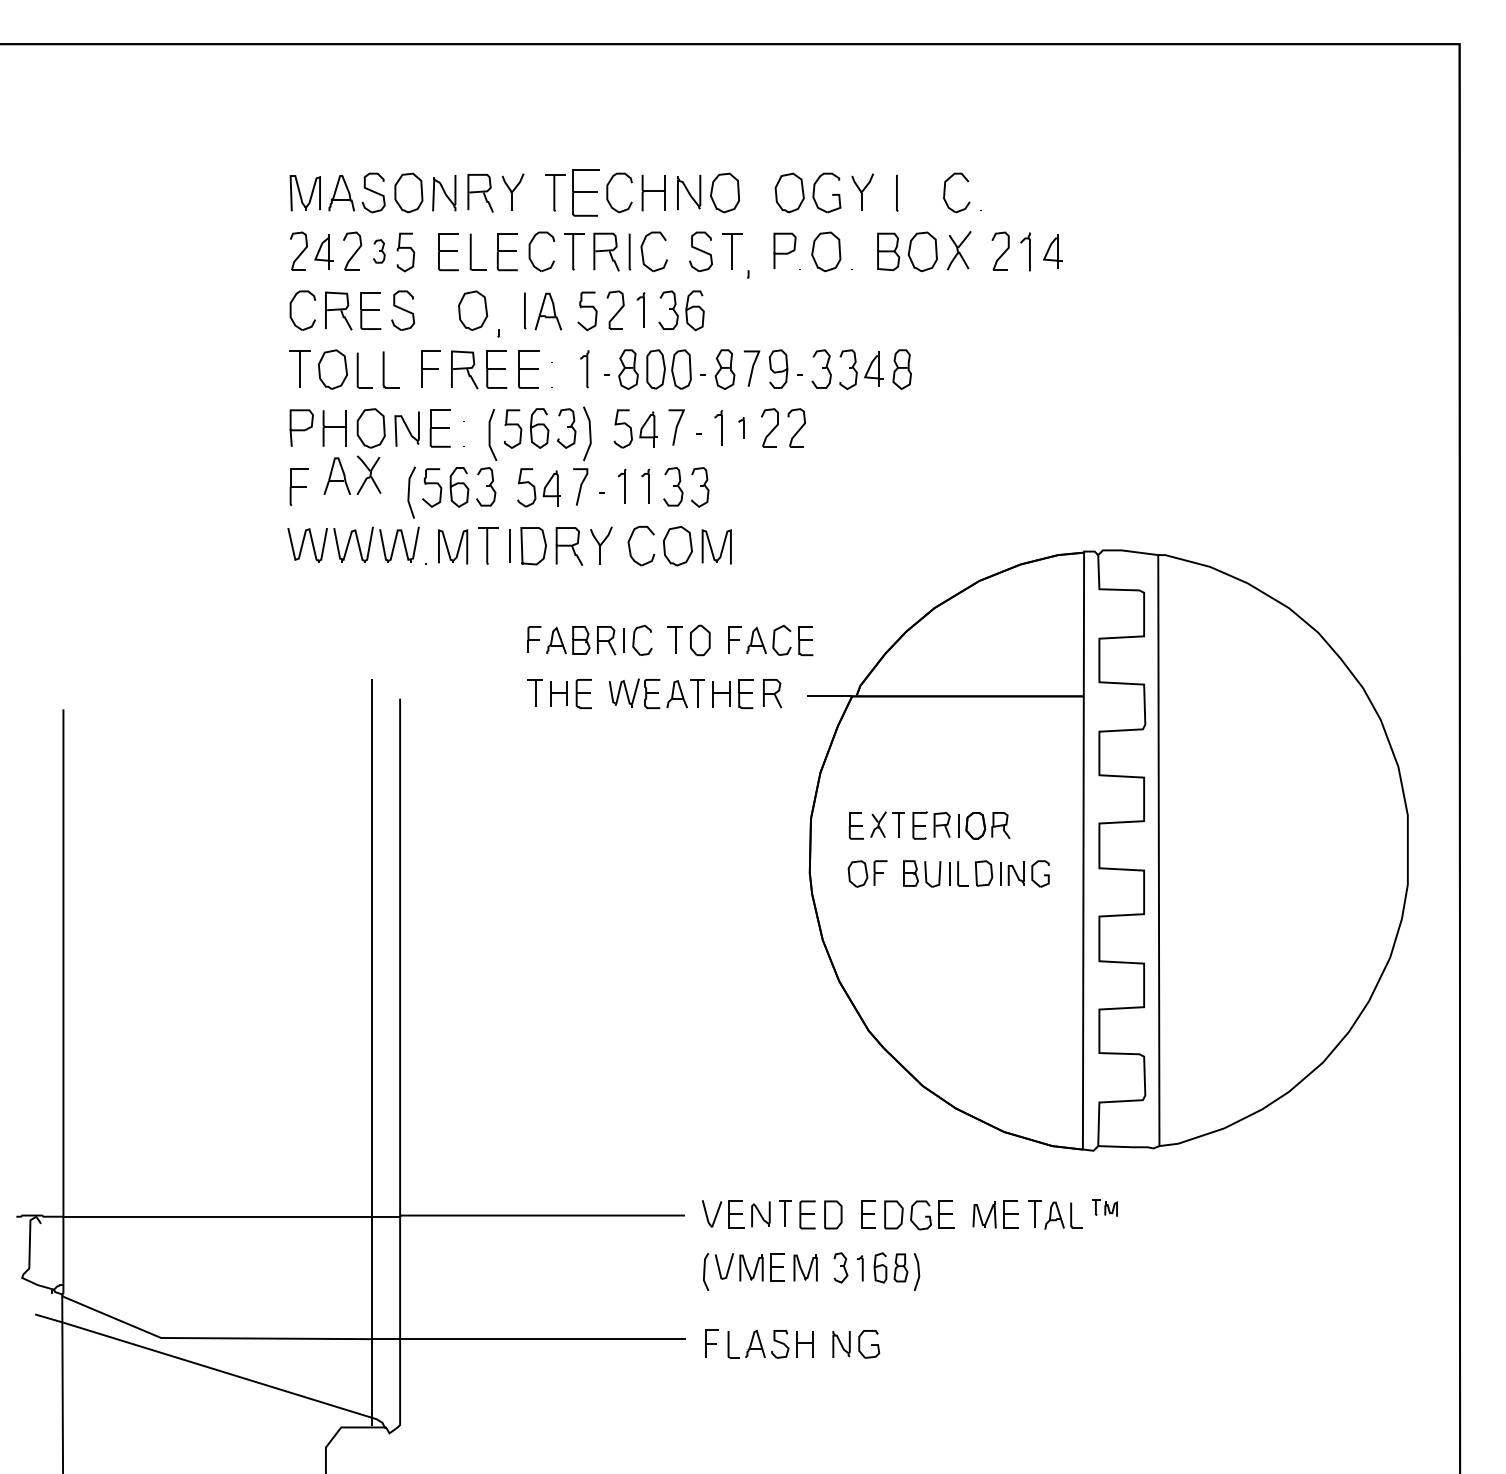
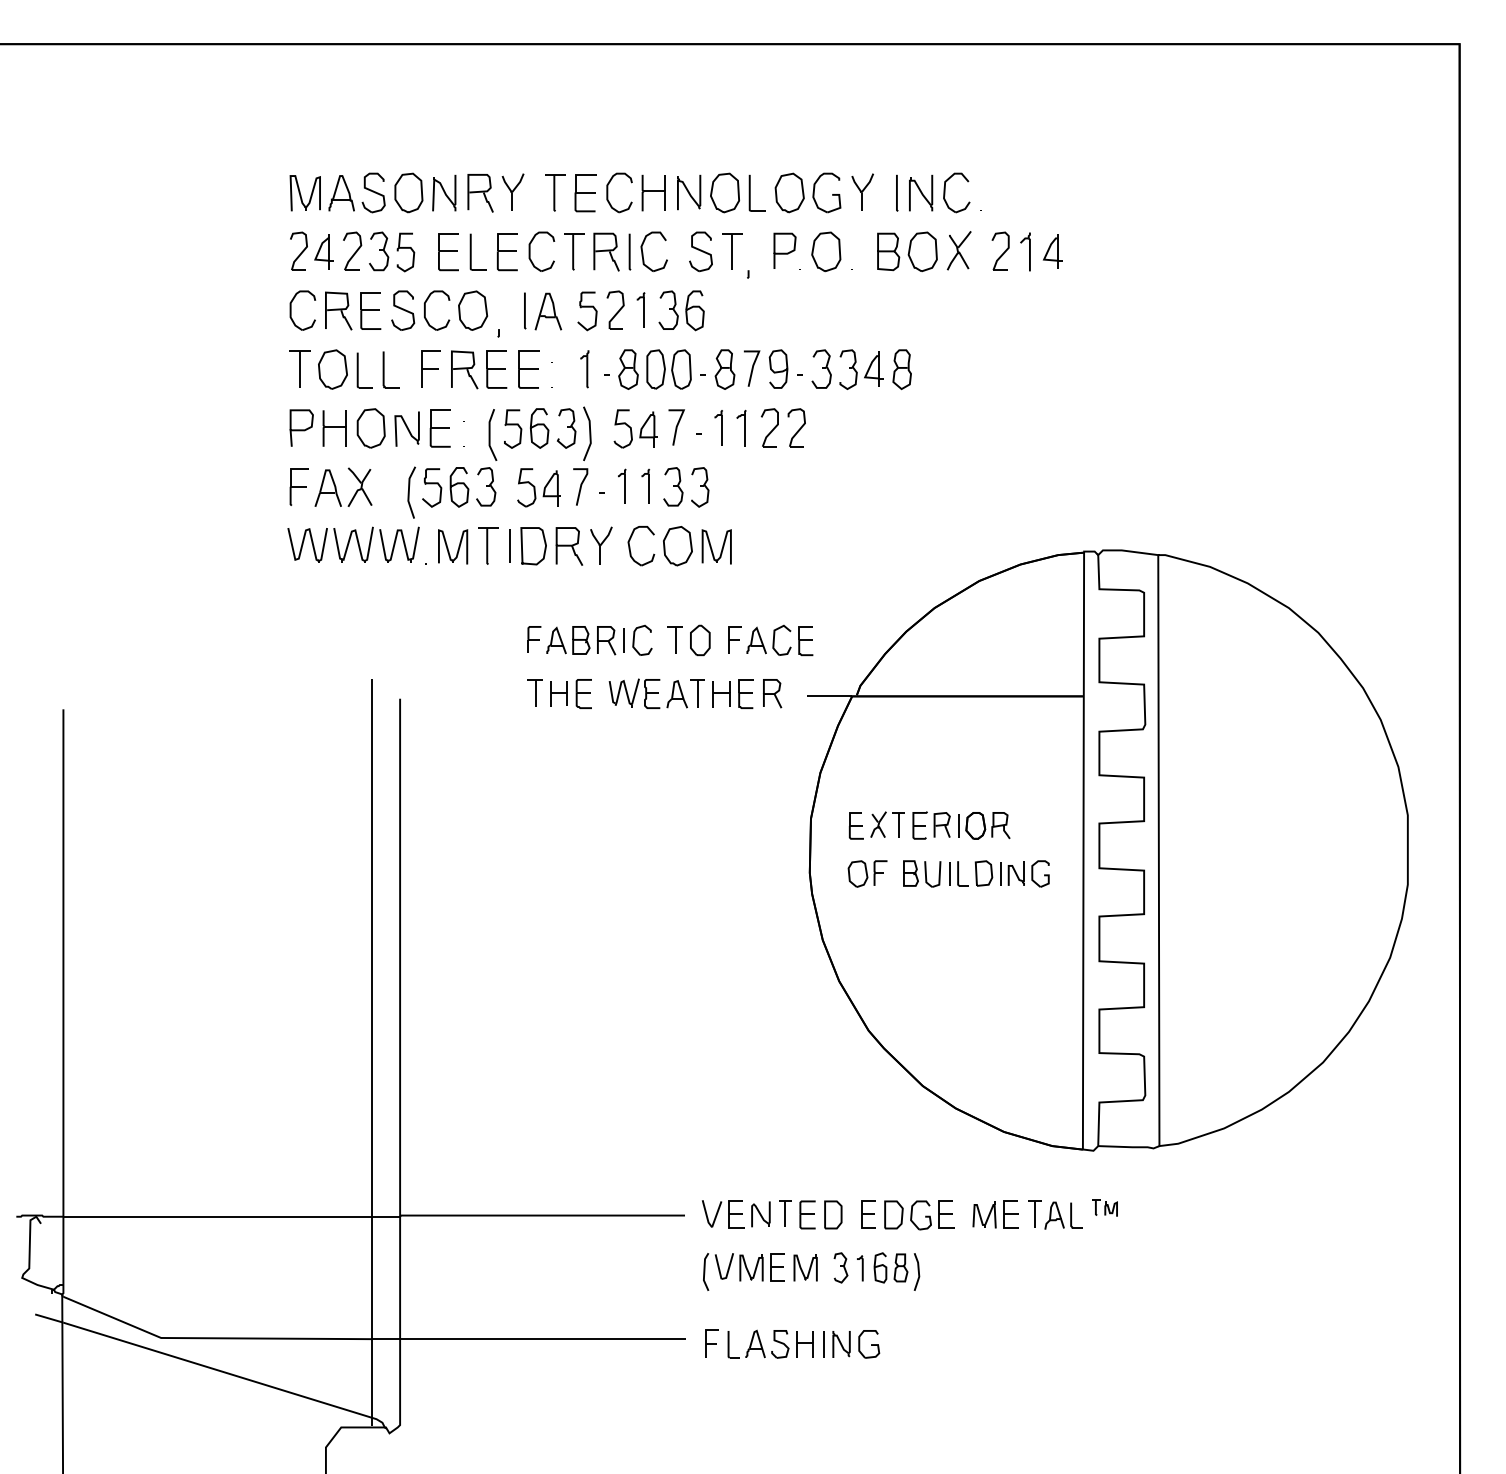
part at (585, 192) size: 28x48 px -> 23x39 px
part at (756, 192): none -> present
part at (921, 192): none -> present
part at (379, 251) size: 13x25 px -> 21x41 px
part at (425, 310): none -> present
part at (741, 427) size: 7x22 px -> 11x38 px
part at (345, 474) position: (345, 474) -> (336, 486)
line at (823, 1344): none -> present
